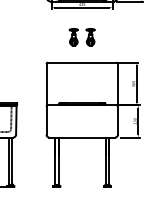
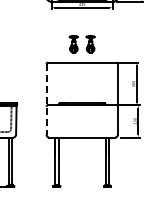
part at (81, 37) position: (81, 37) -> (81, 44)
line at (46, 99): solid -> dashed
